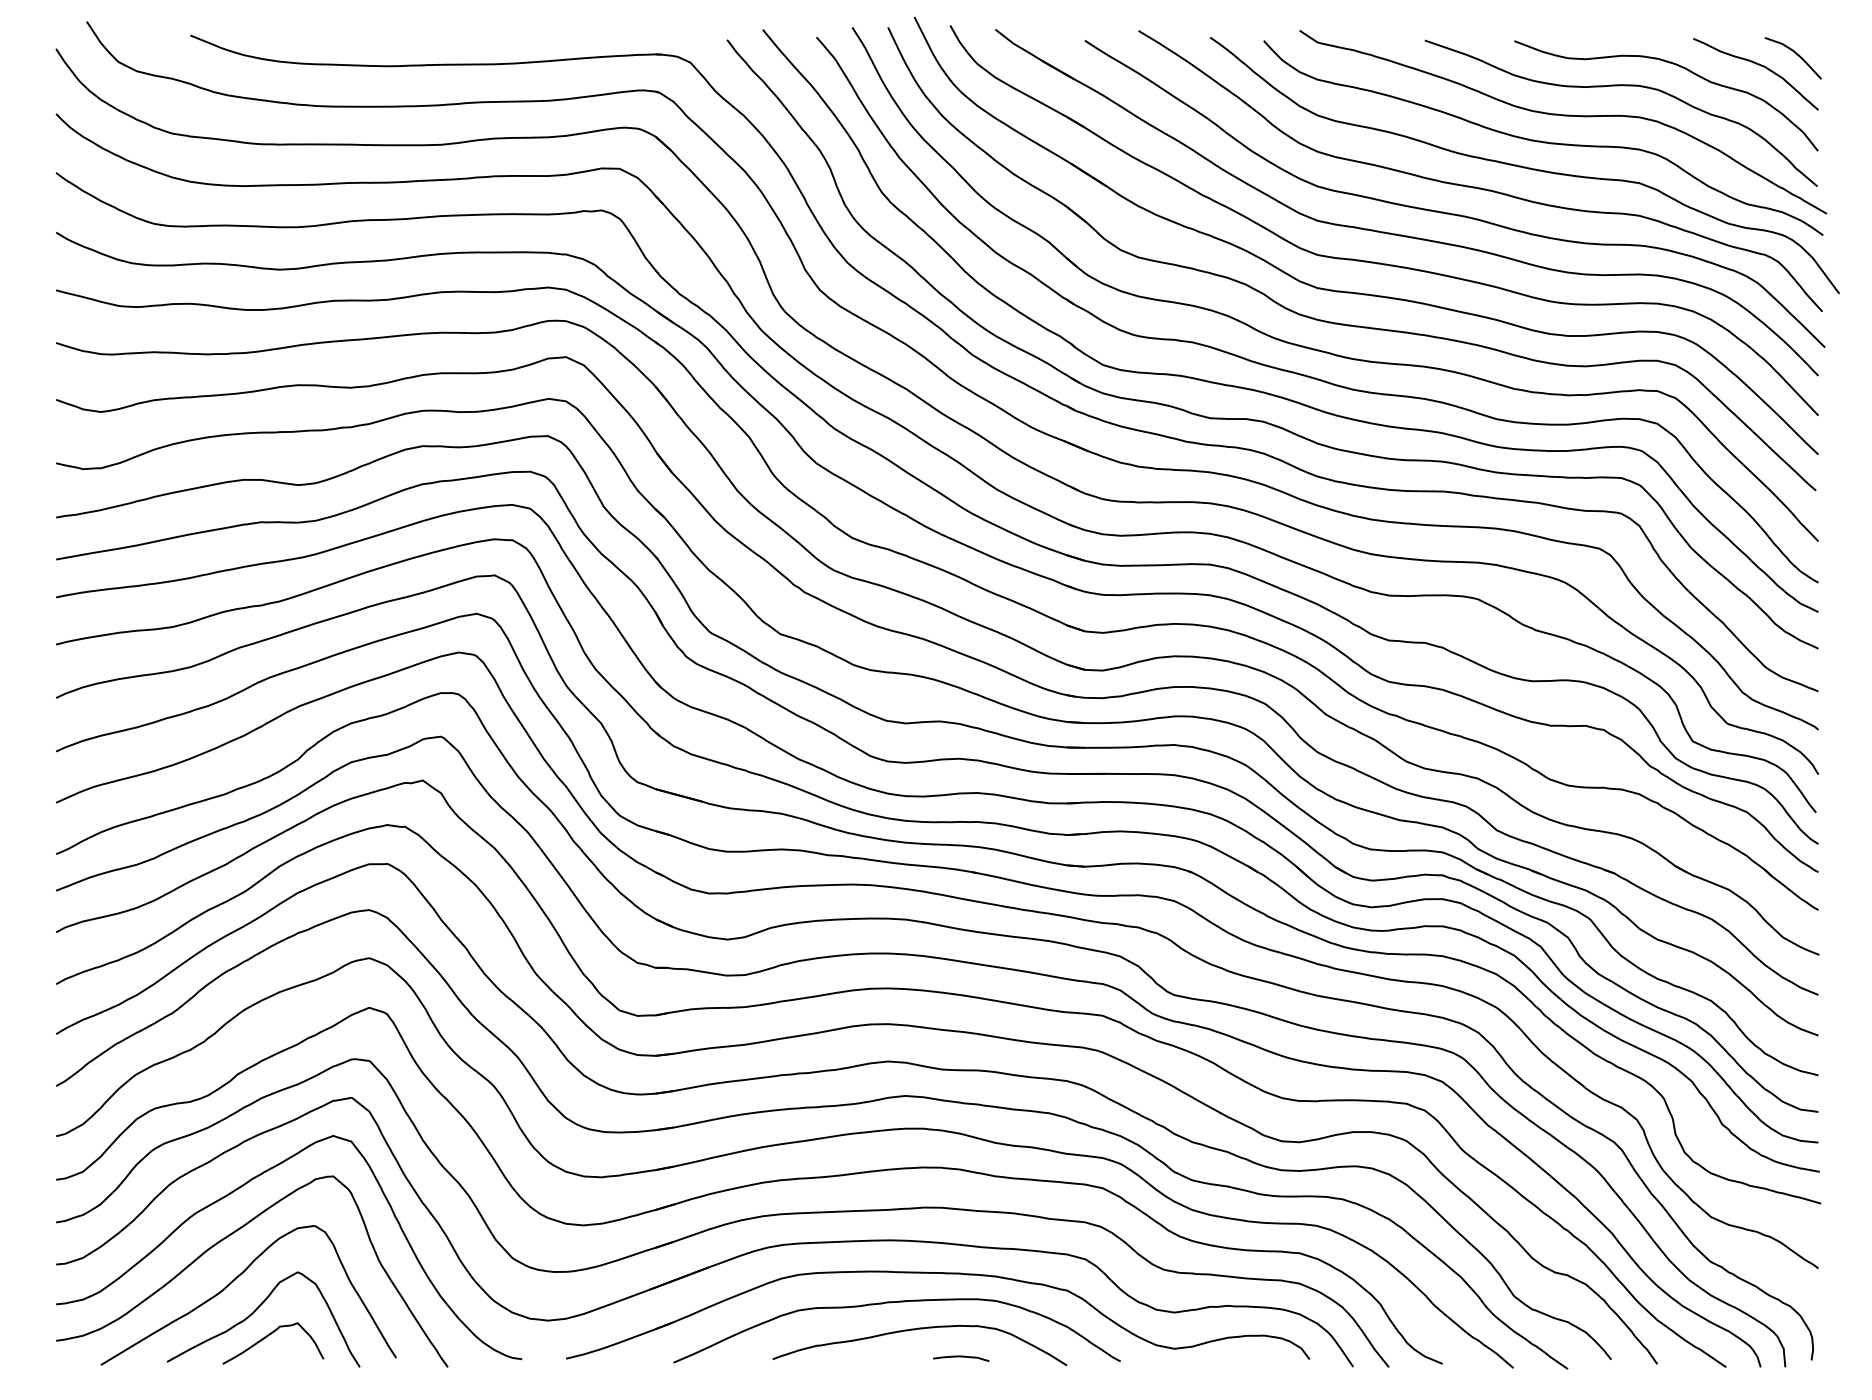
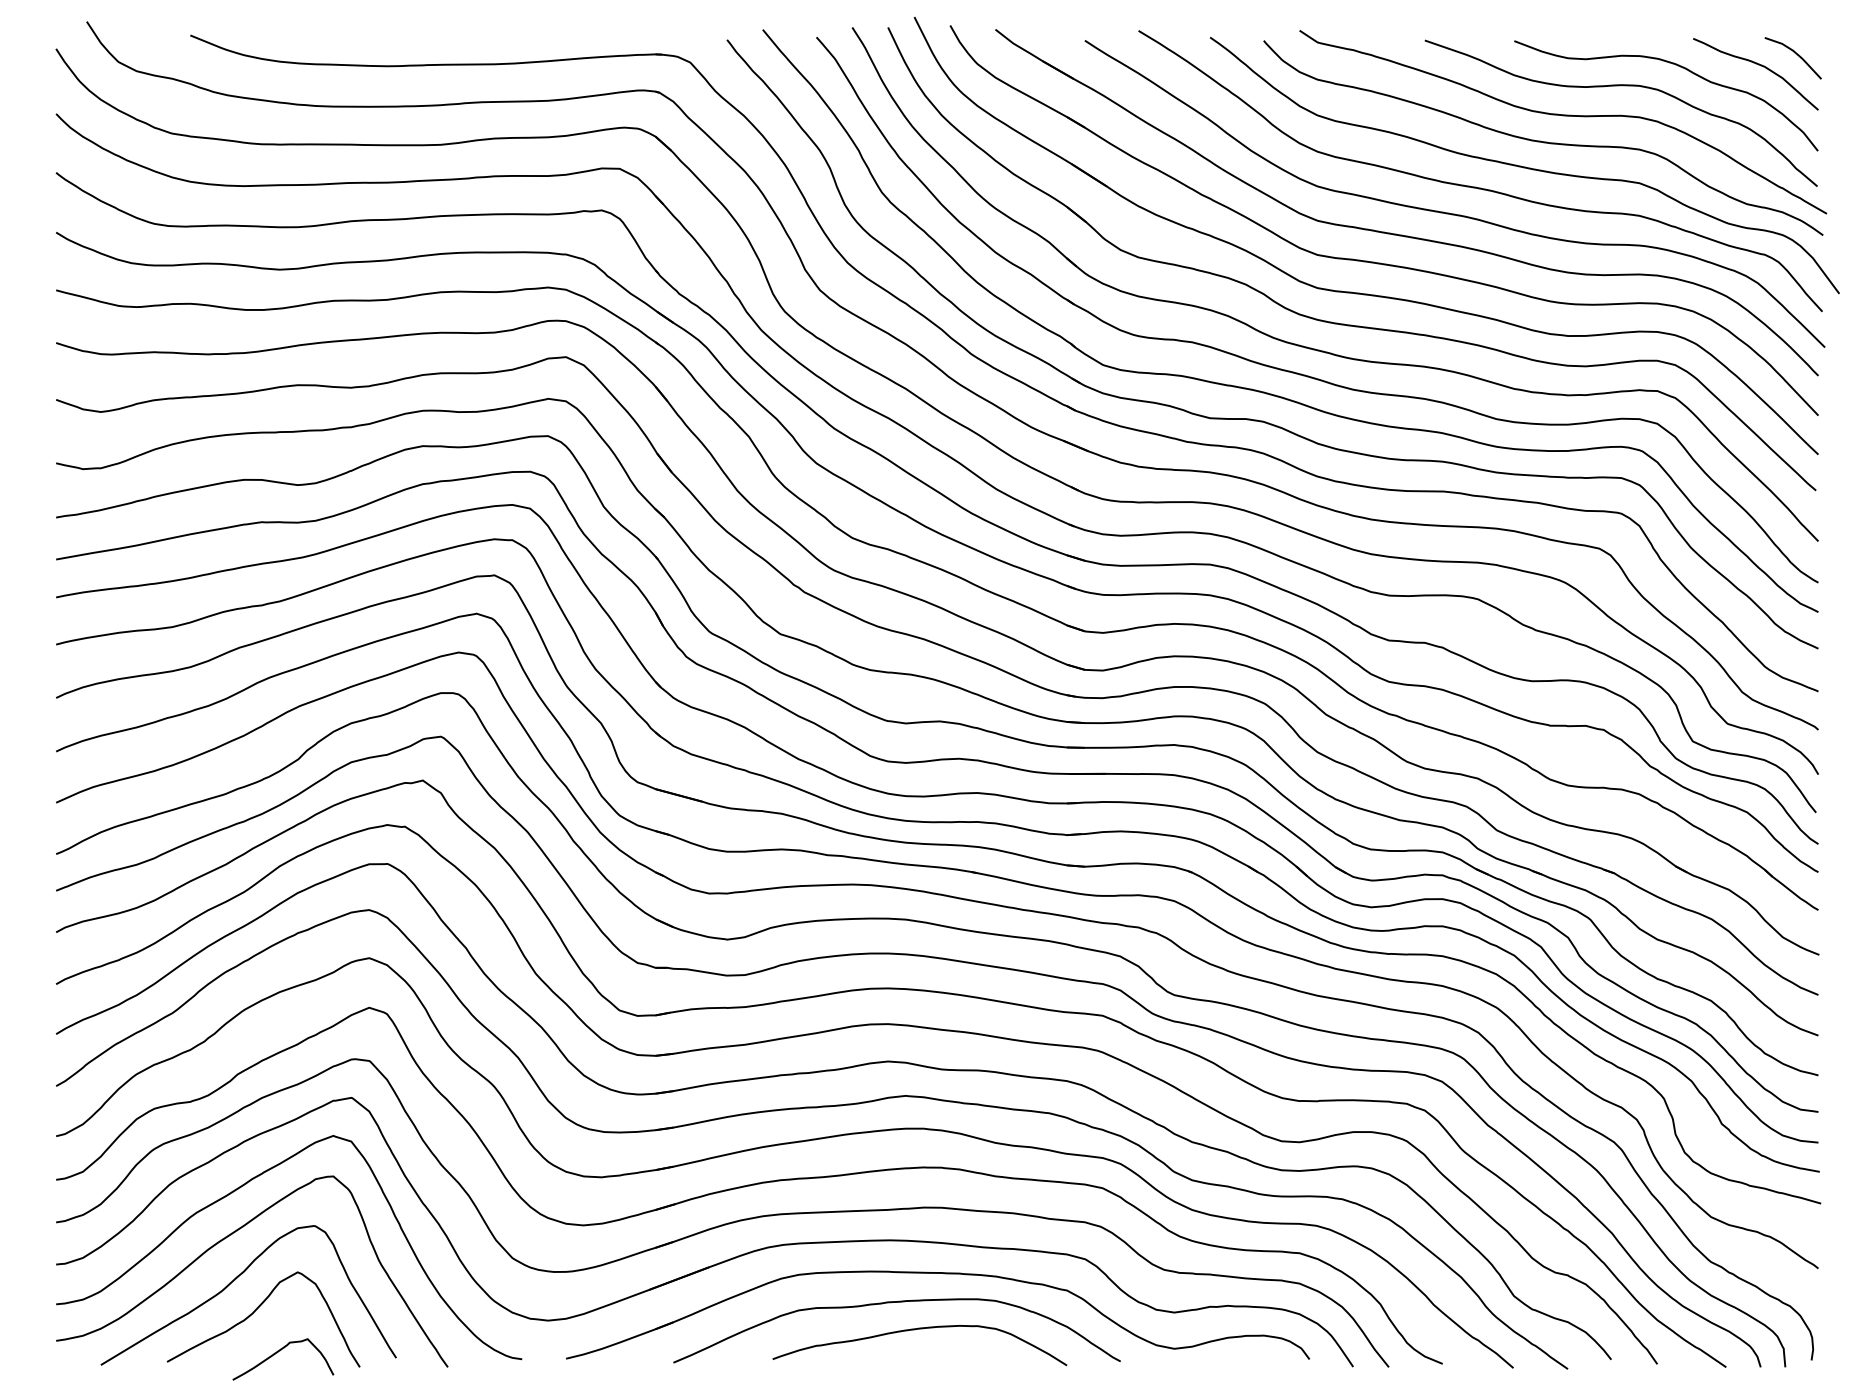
curve at (267, 1337) position: (267, 1337) -> (277, 1353)
curve at (961, 1357): present -> none
